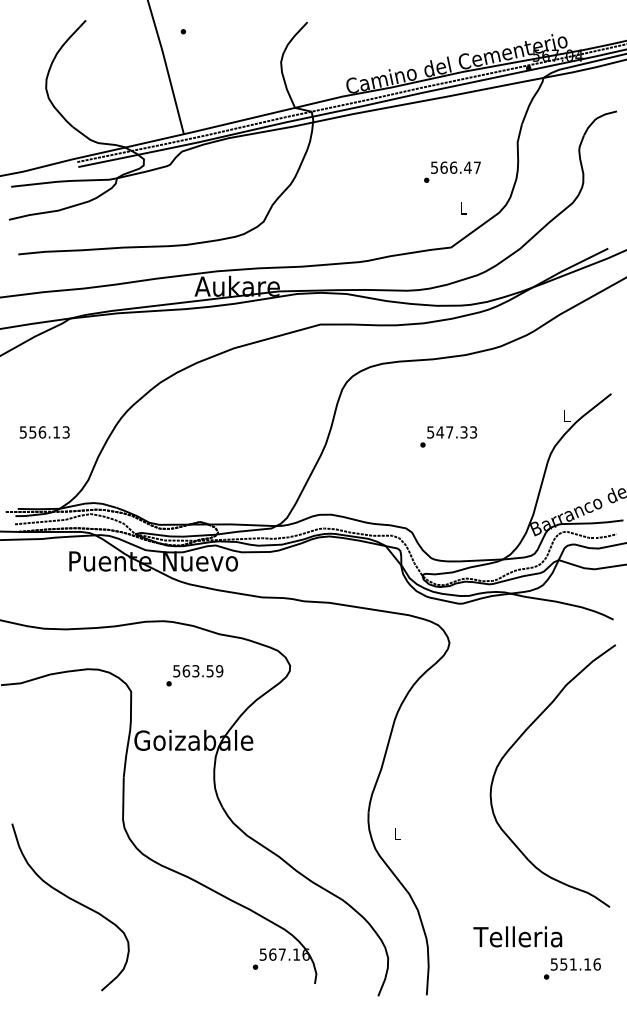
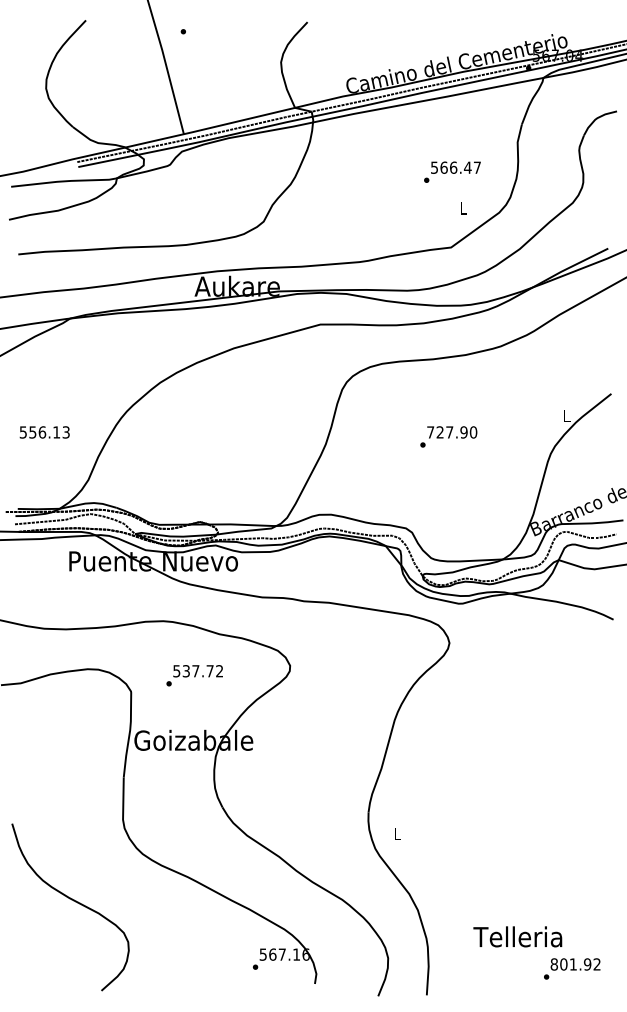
text at (452, 432): 547.33 -> 727.90
text at (202, 671): 563.59 -> 537.72
curve at (513, 746): present -> none
text at (575, 964): 551.16 -> 801.92
